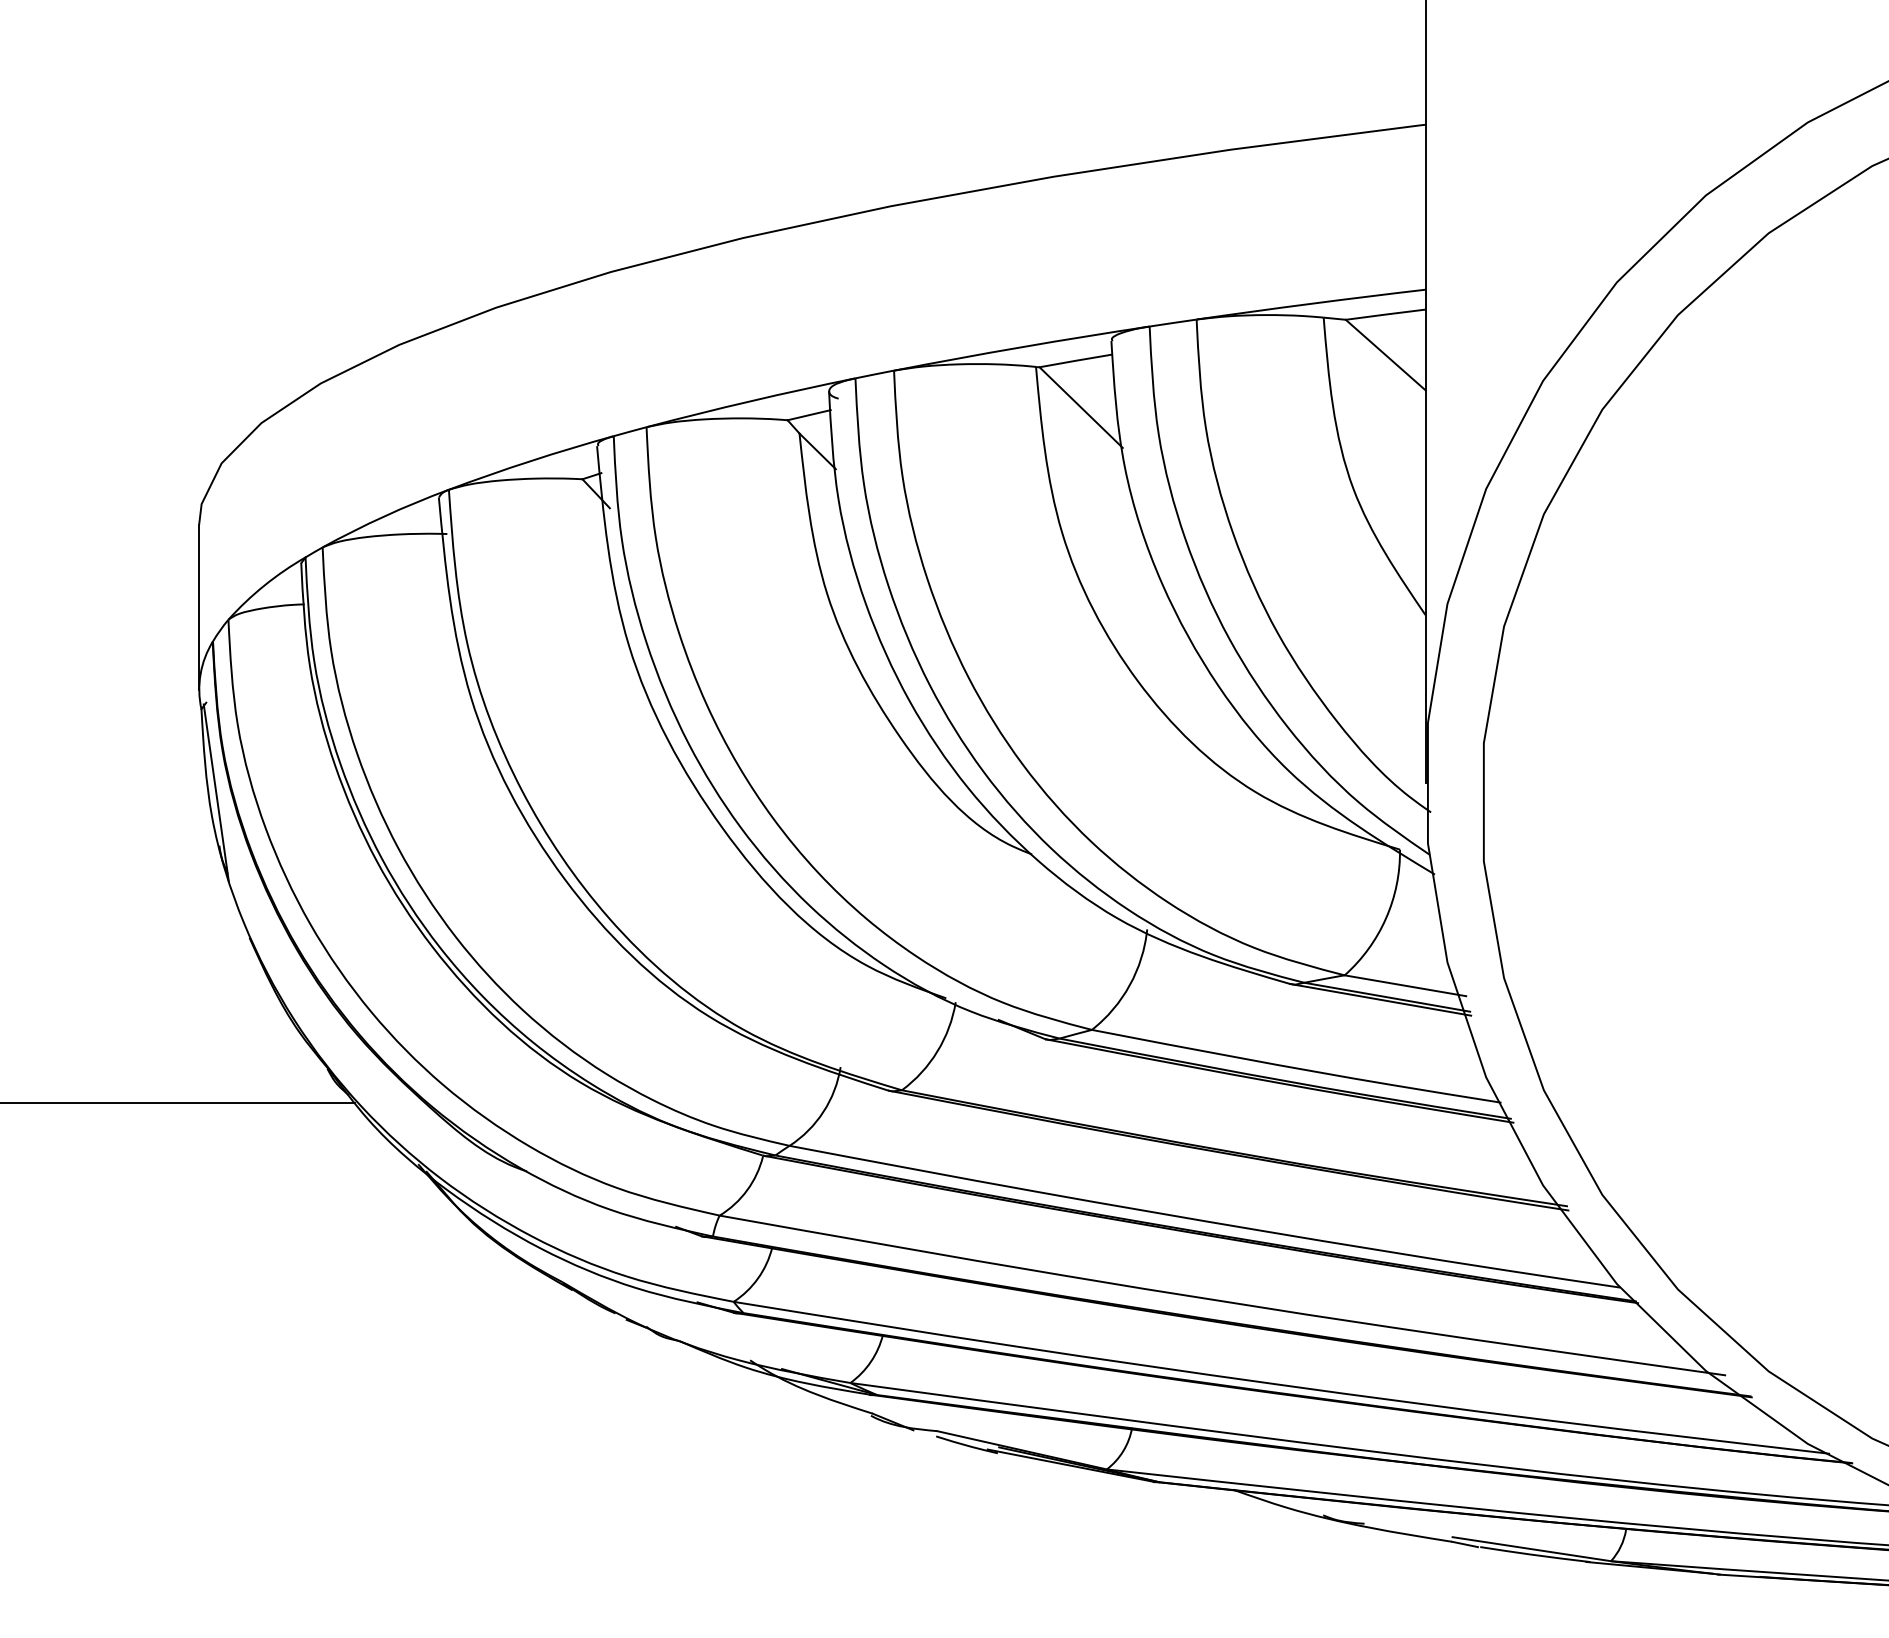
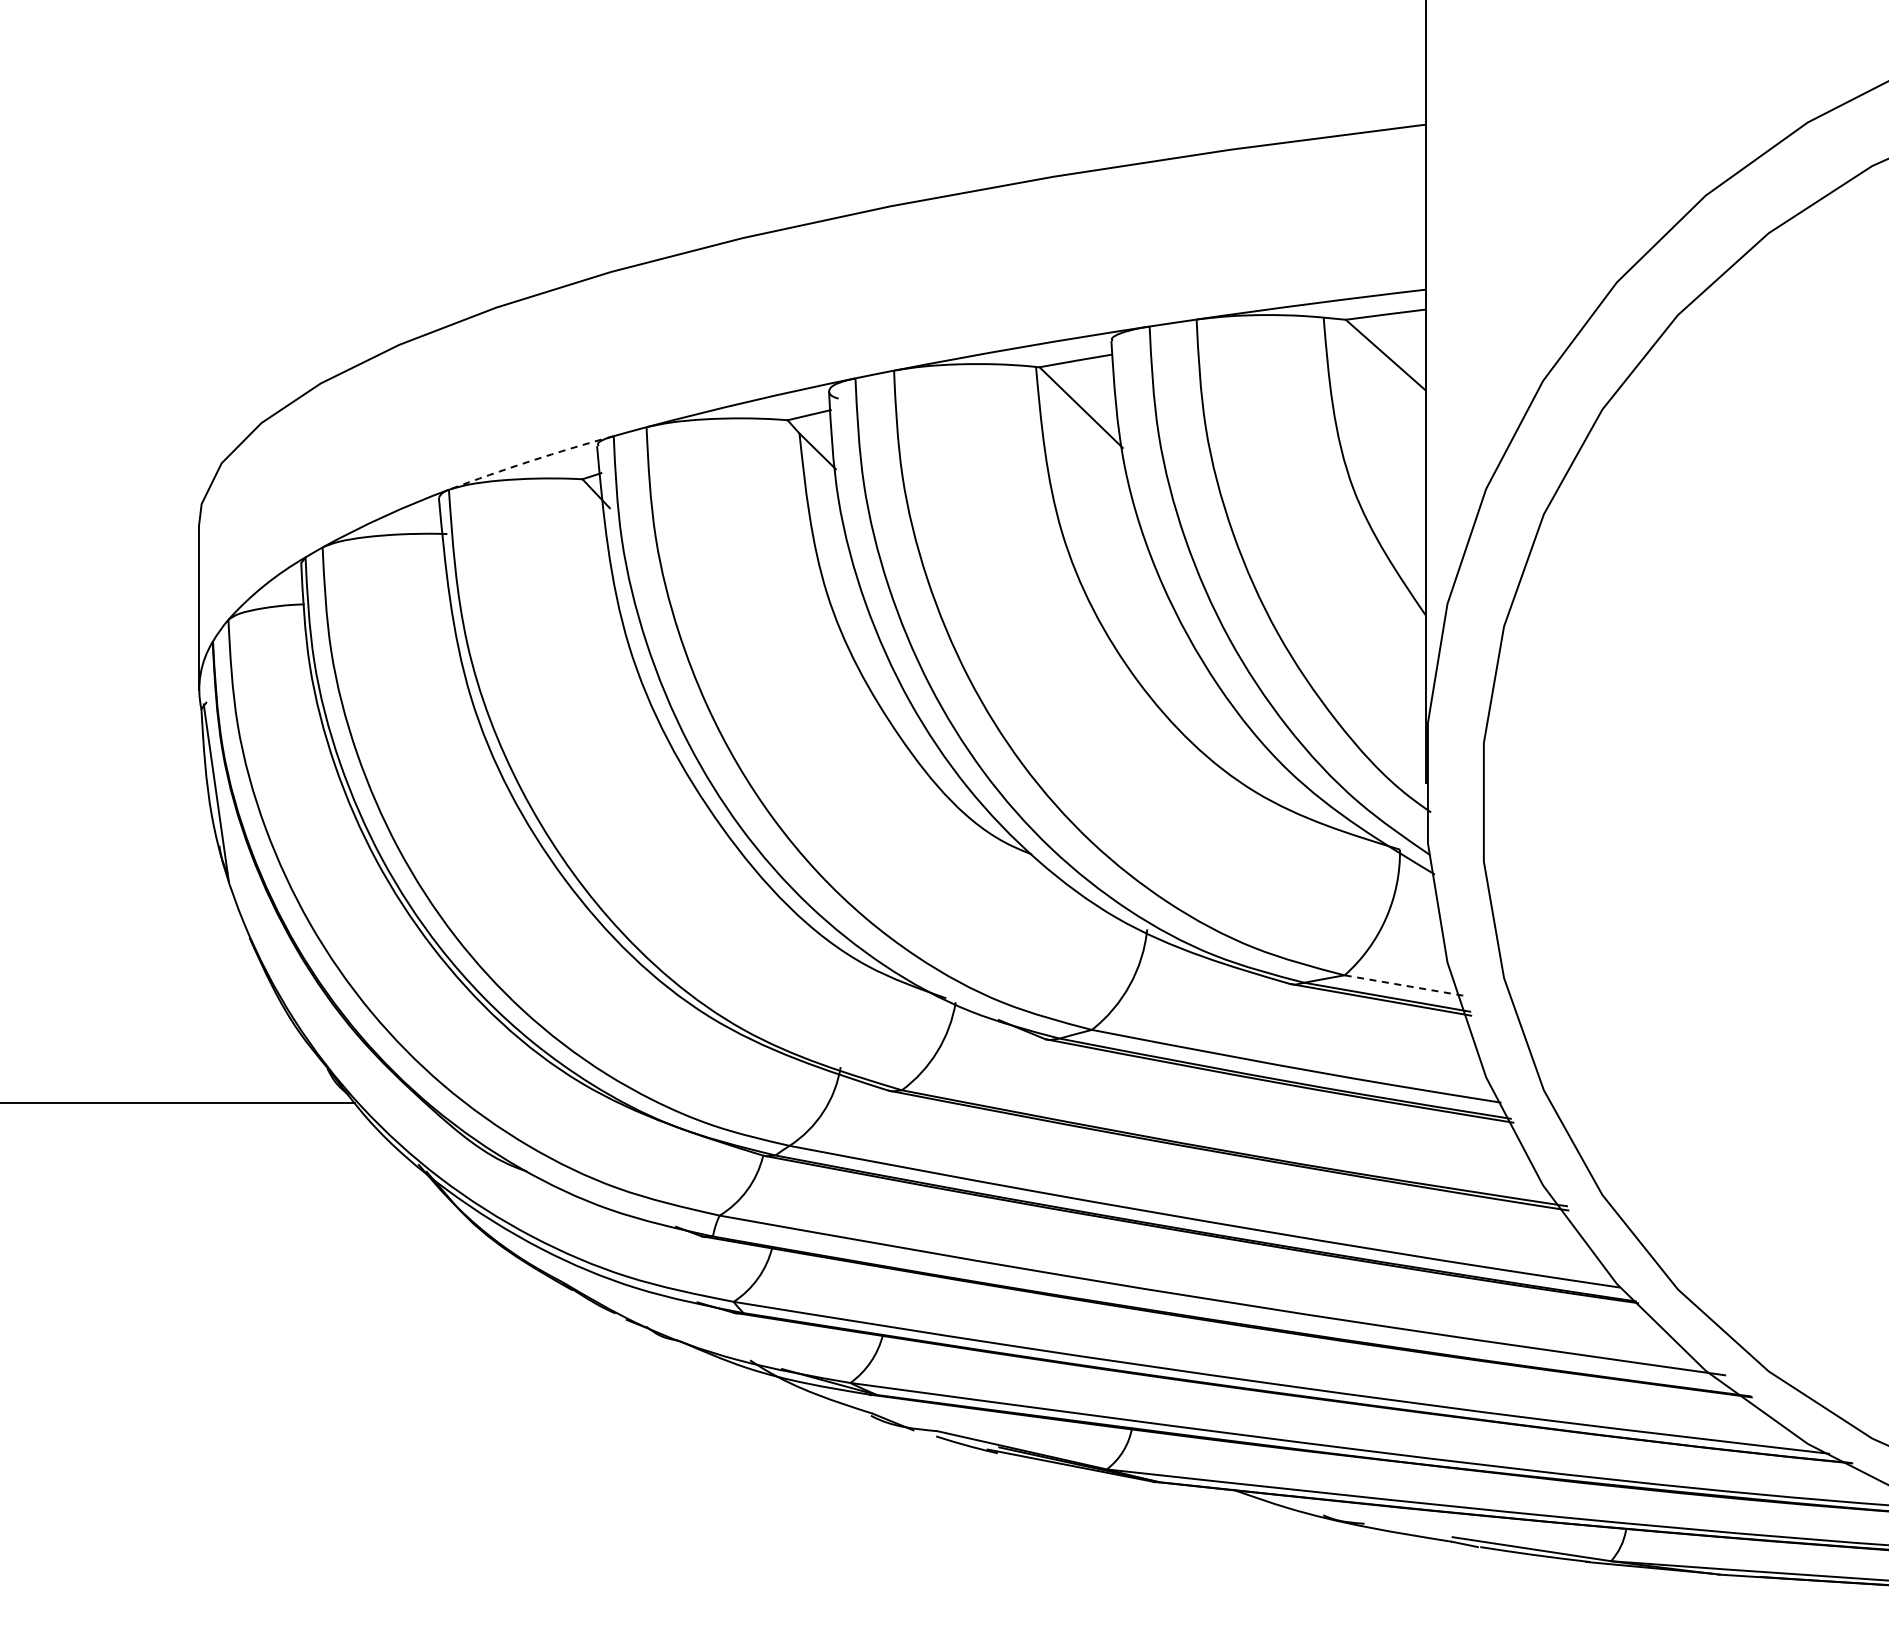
arc at (530, 461): solid -> dashed
line at (1405, 985): solid -> dashed
